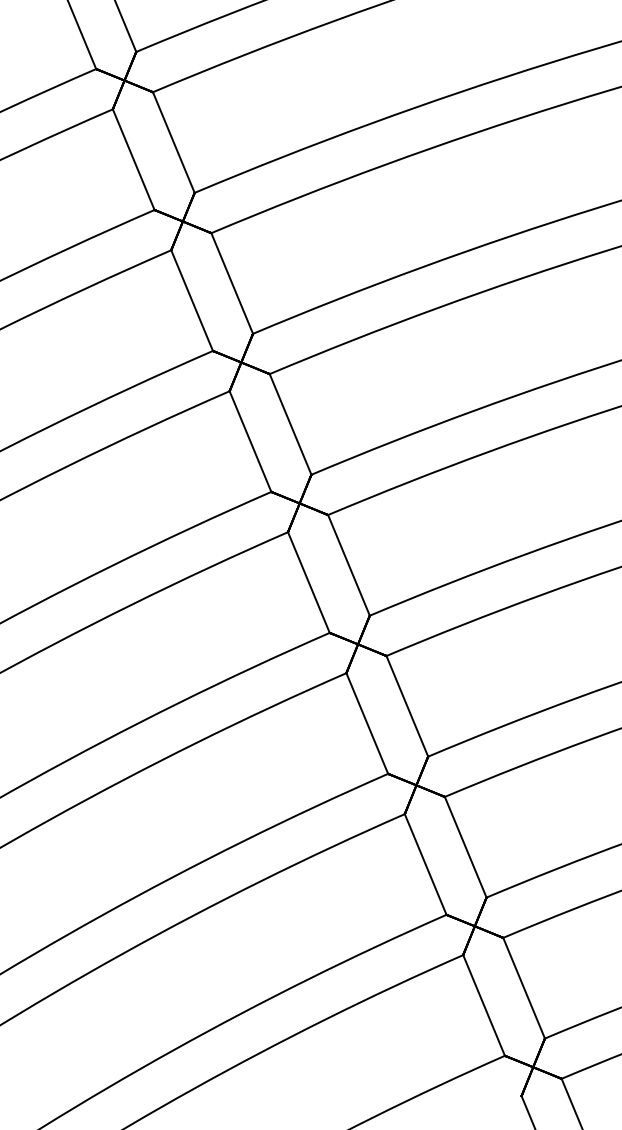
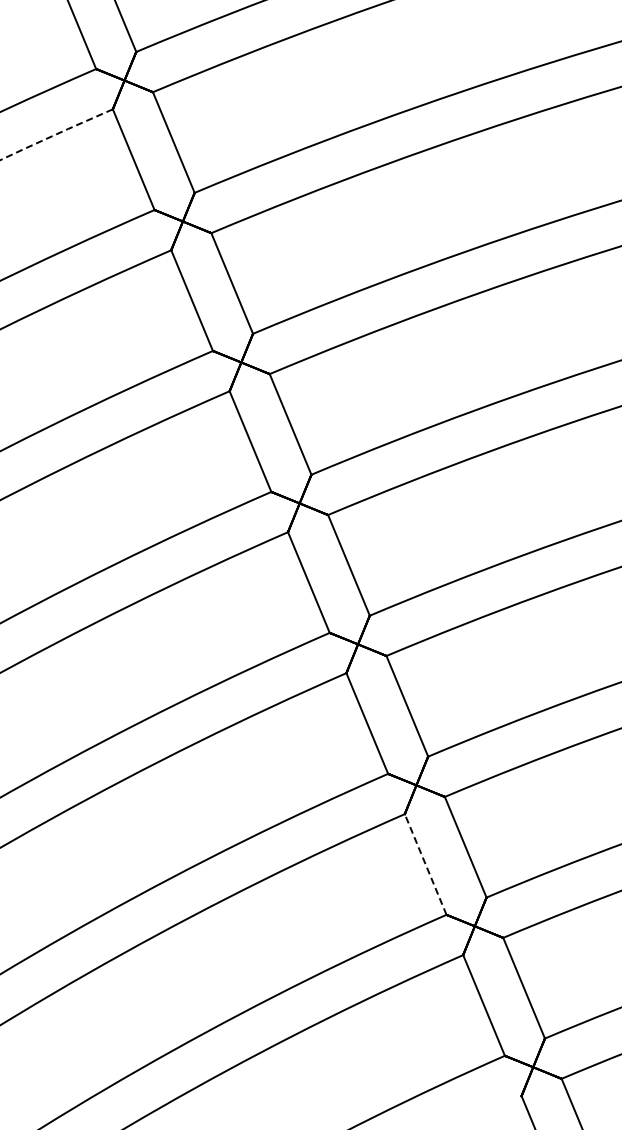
arc at (56, 134): solid -> dashed
line at (425, 864): solid -> dashed
